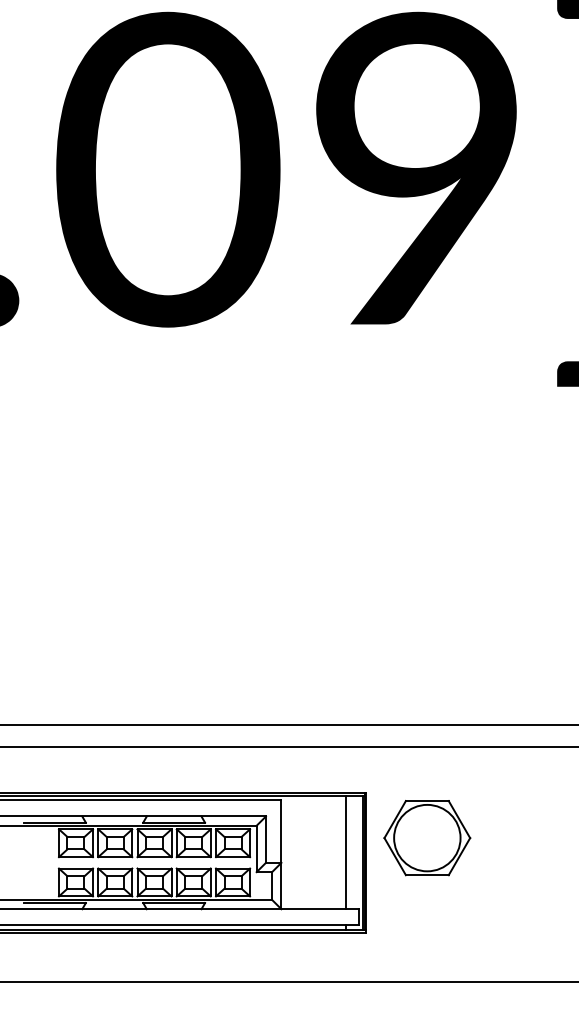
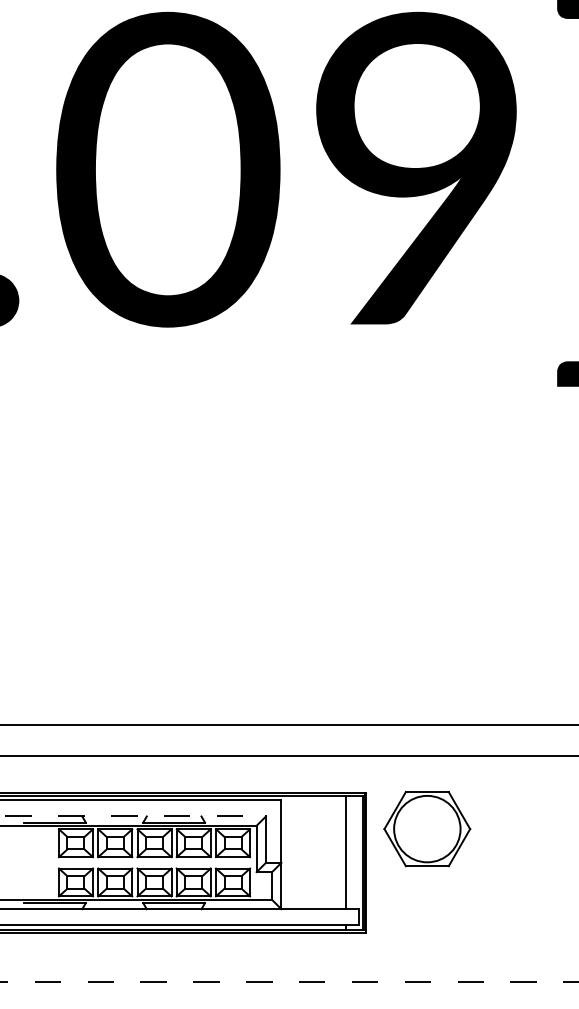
line at (288, 746) position: (288, 746) -> (288, 755)
line at (133, 816): solid -> dashed
part at (427, 838) position: (427, 838) -> (427, 829)
line at (289, 981): solid -> dashed
